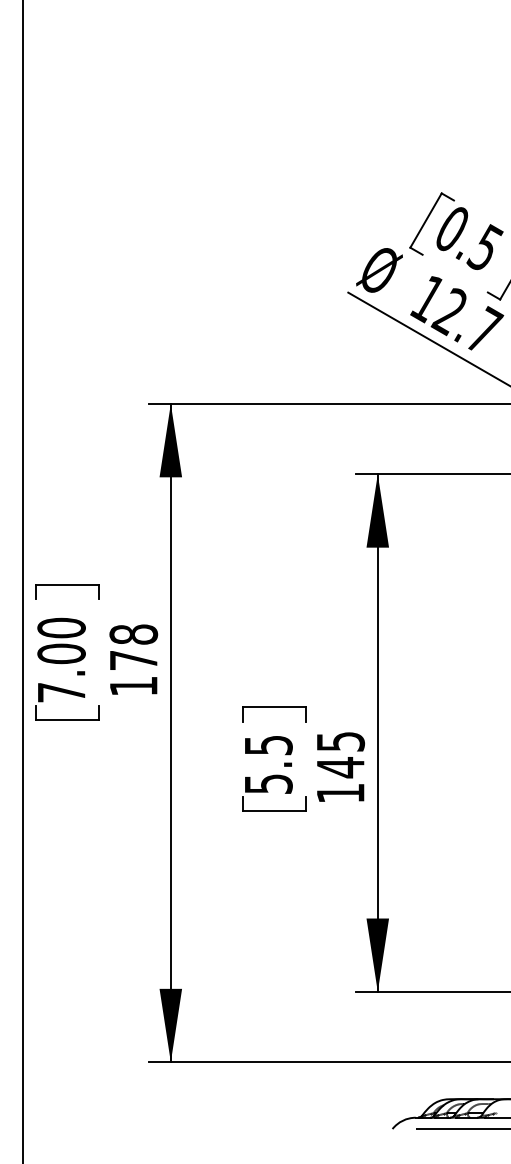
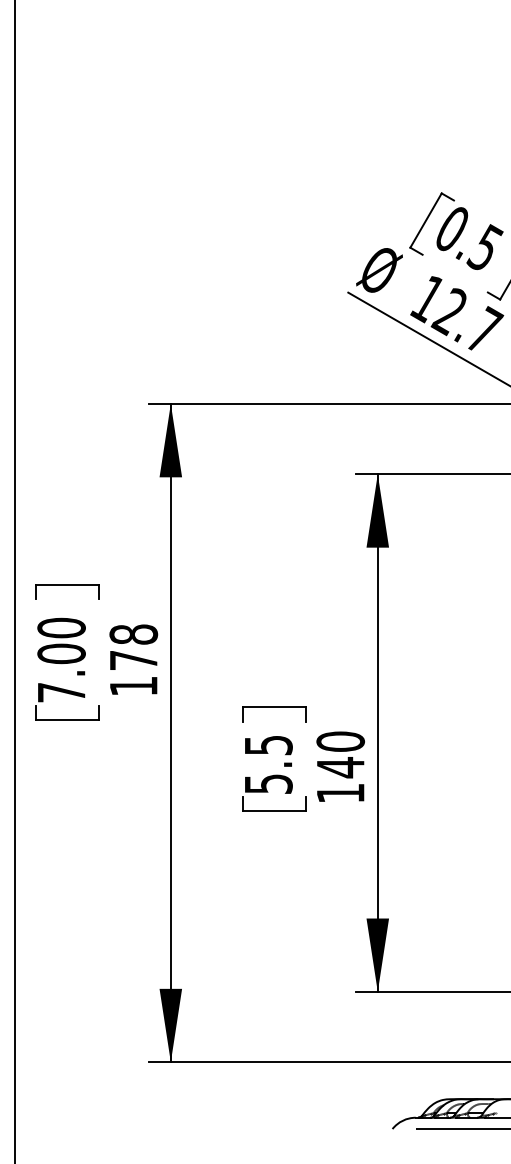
line at (23, 581) position: (23, 581) -> (15, 581)
text at (340, 741): 145 -> 140
